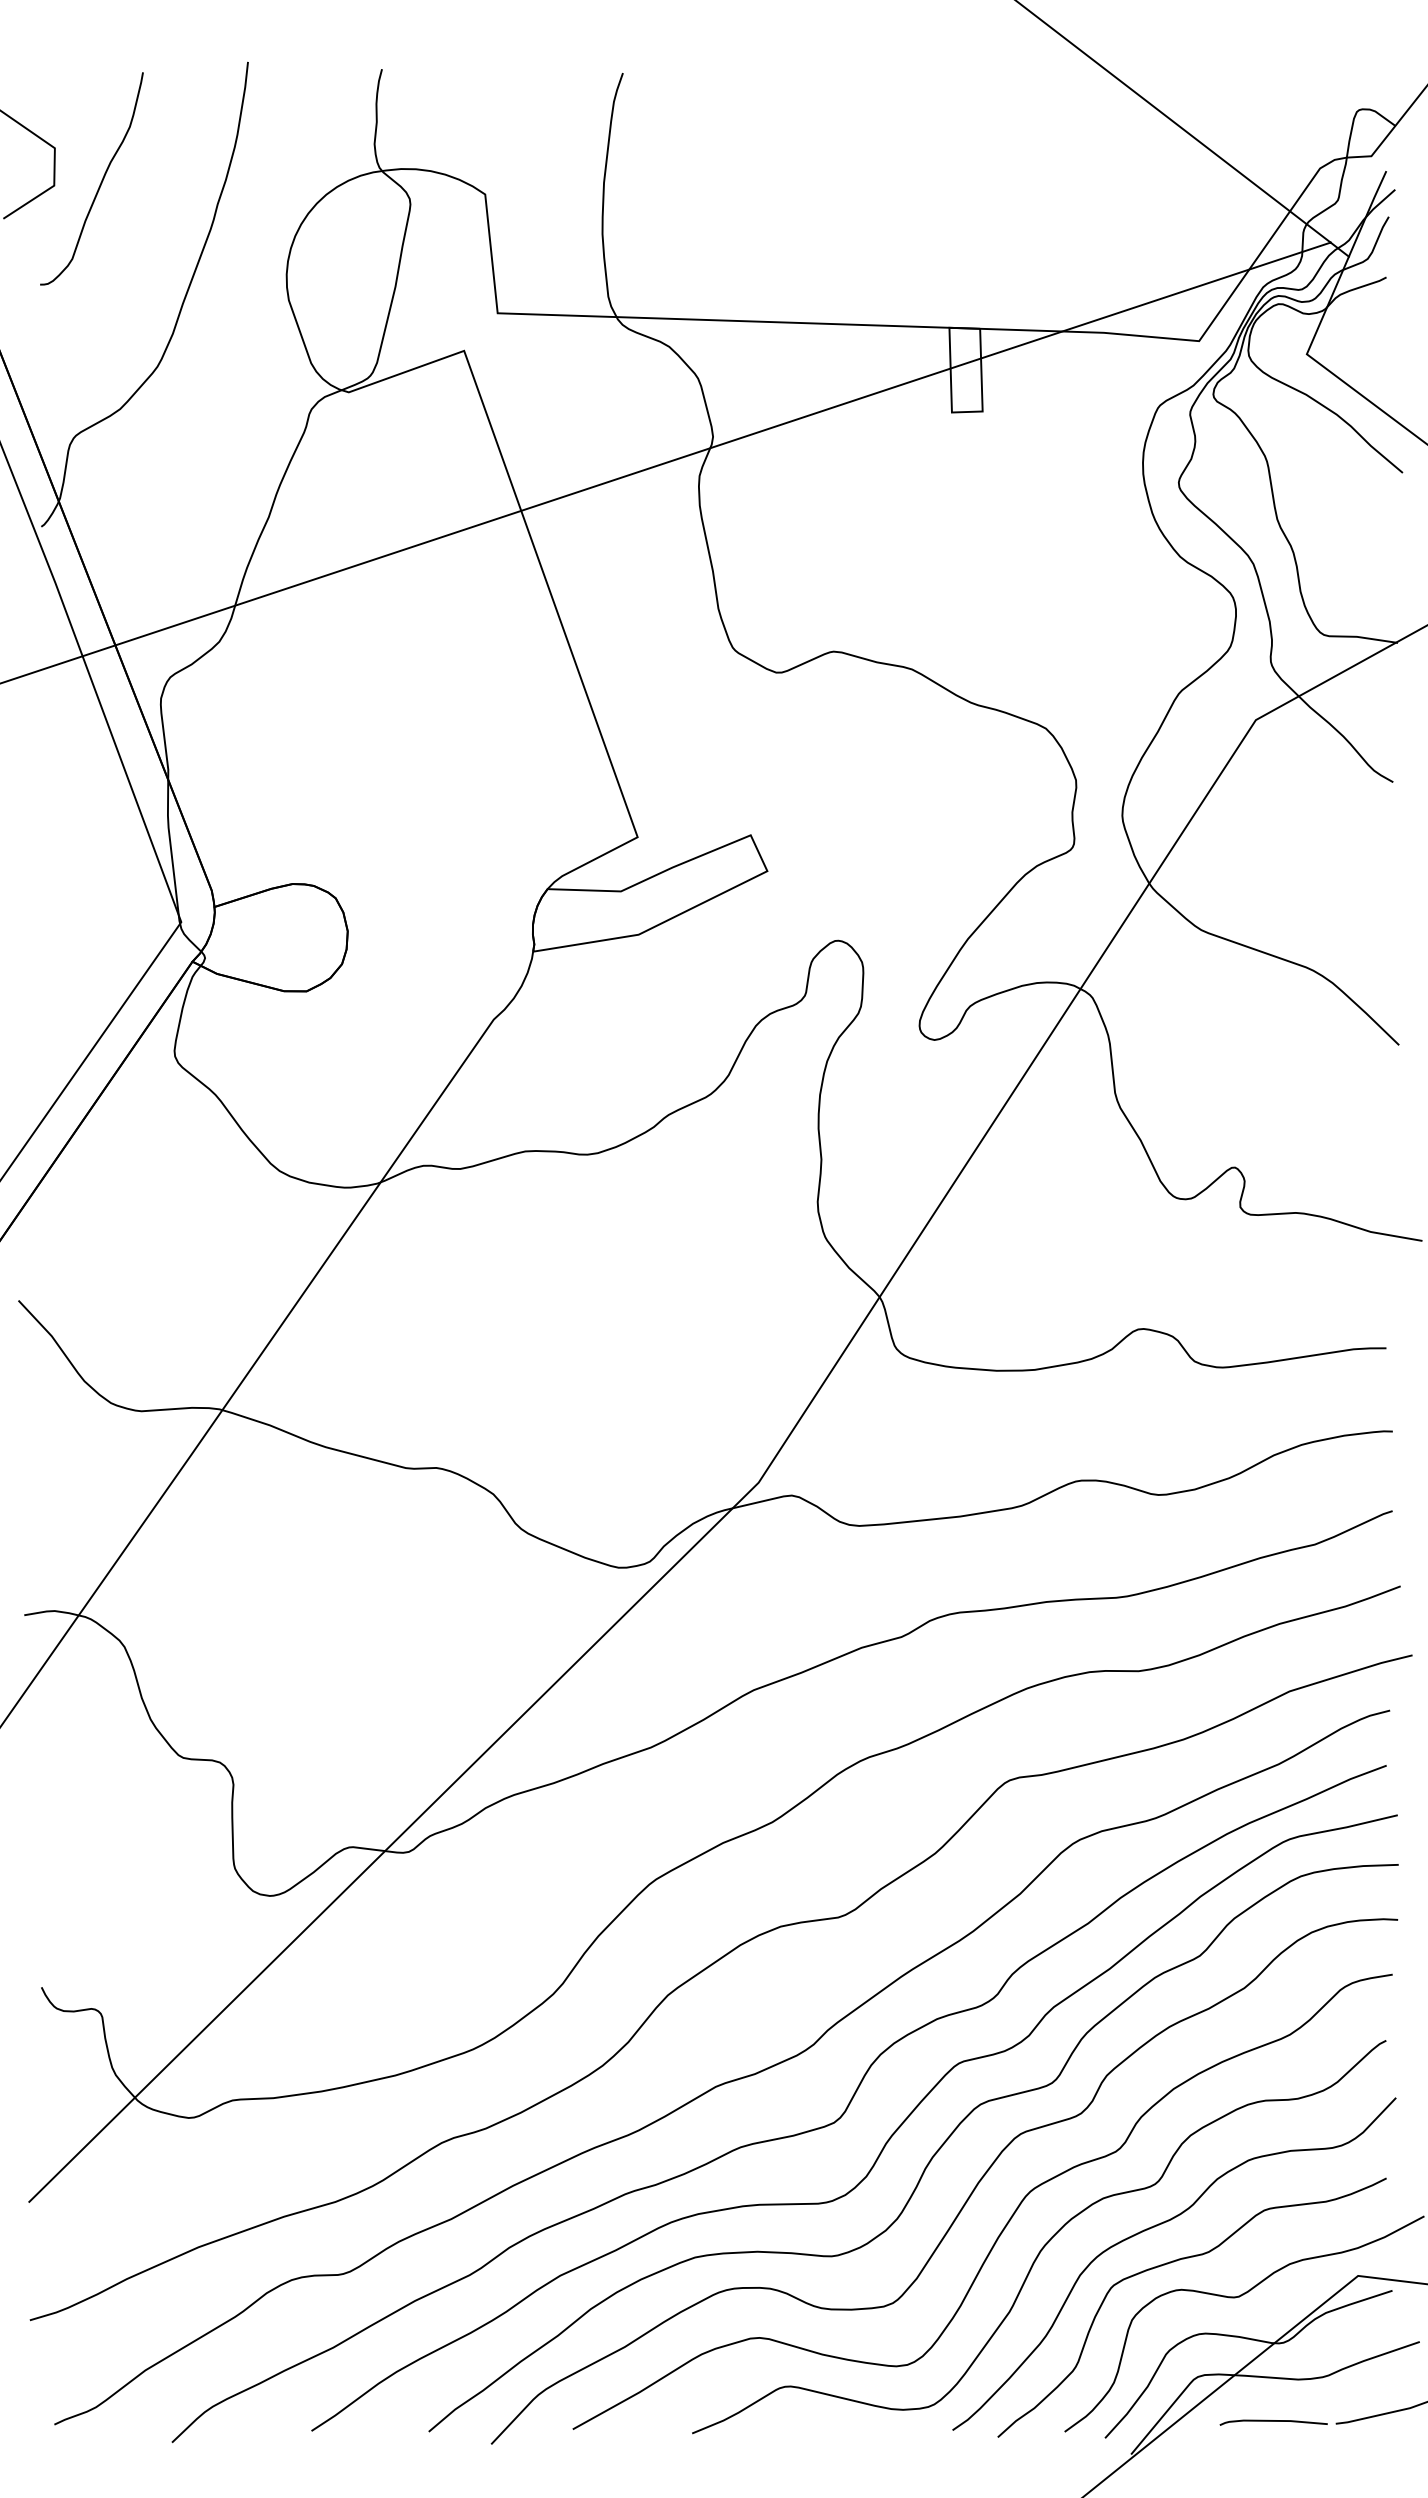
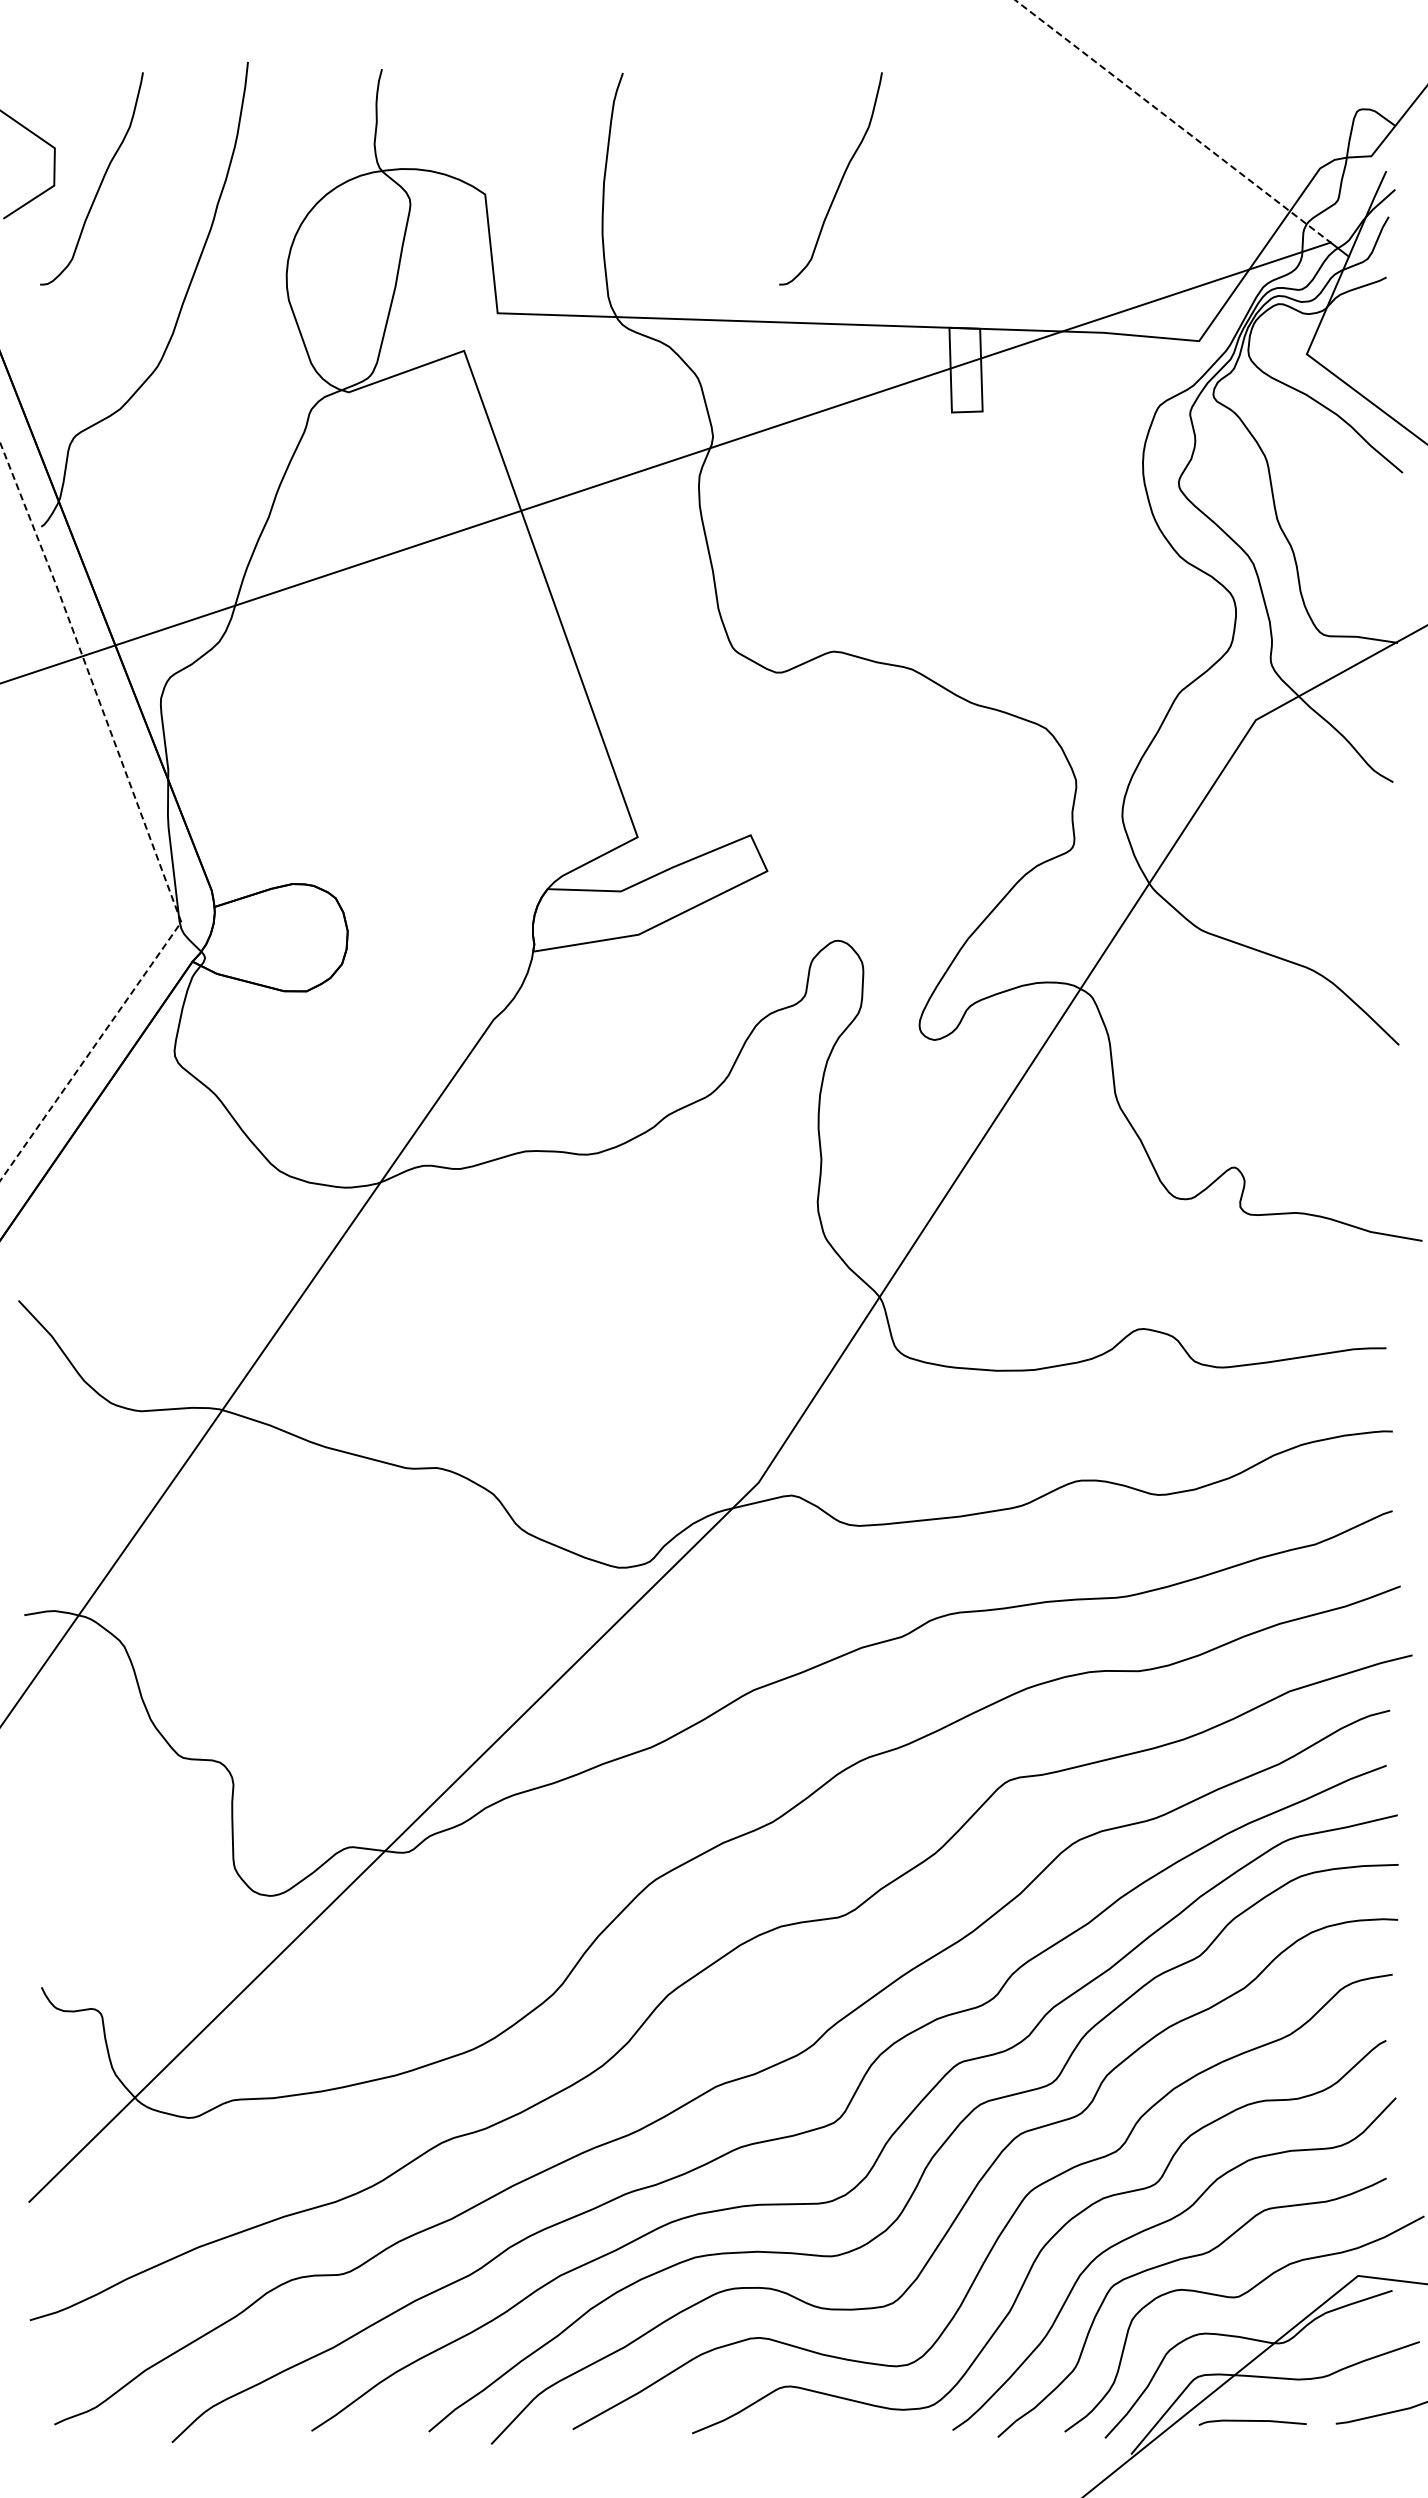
line at (1173, 121): solid -> dashed
curve at (839, 182): none -> present
line at (146, 829): solid -> dashed
curve at (1273, 2421) position: (1273, 2421) -> (1252, 2421)
